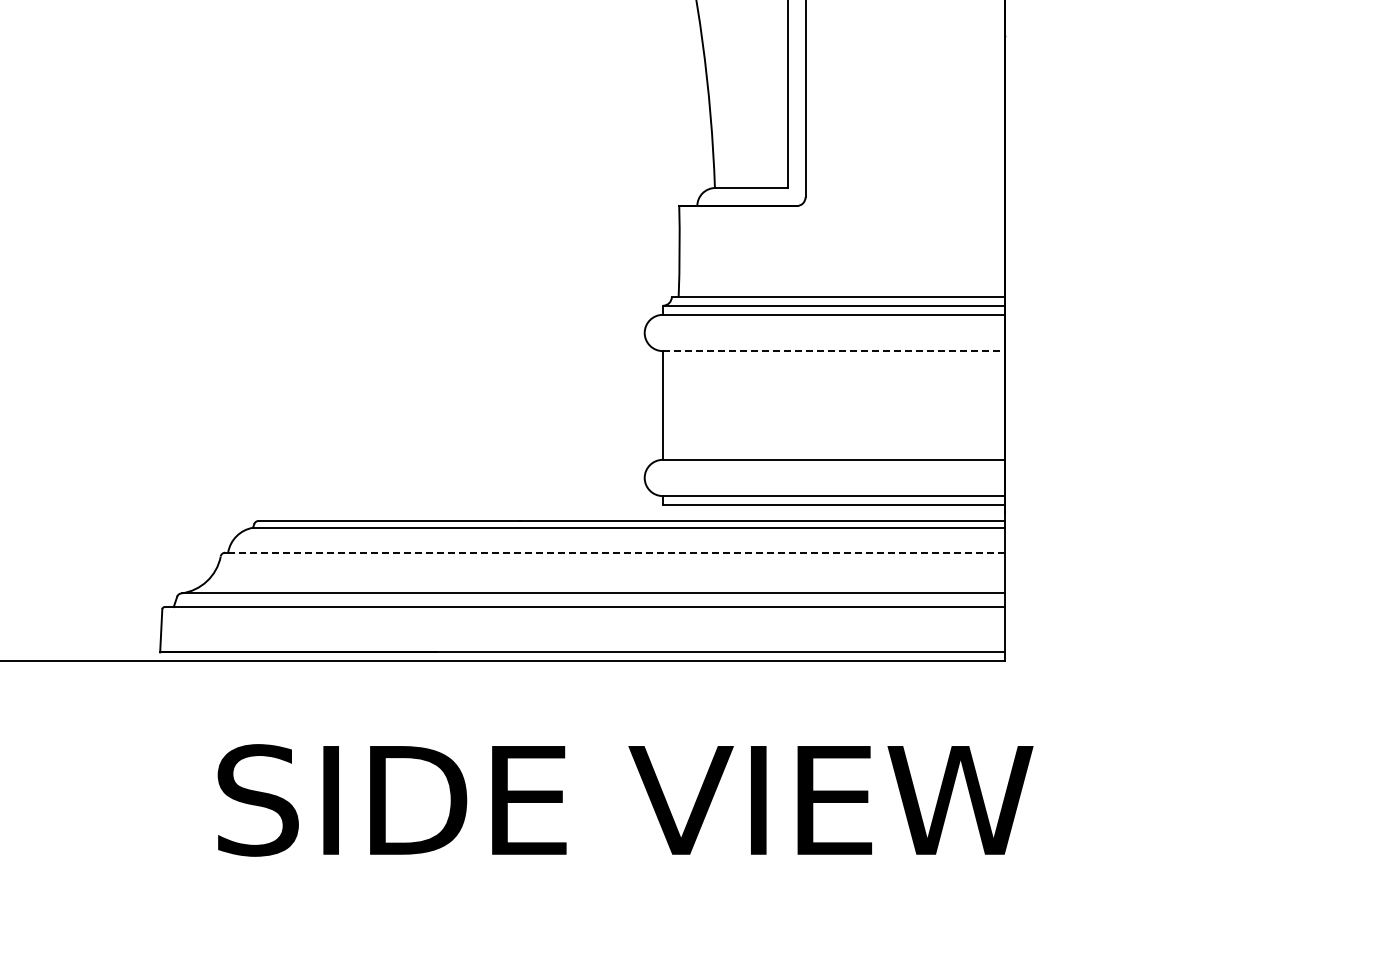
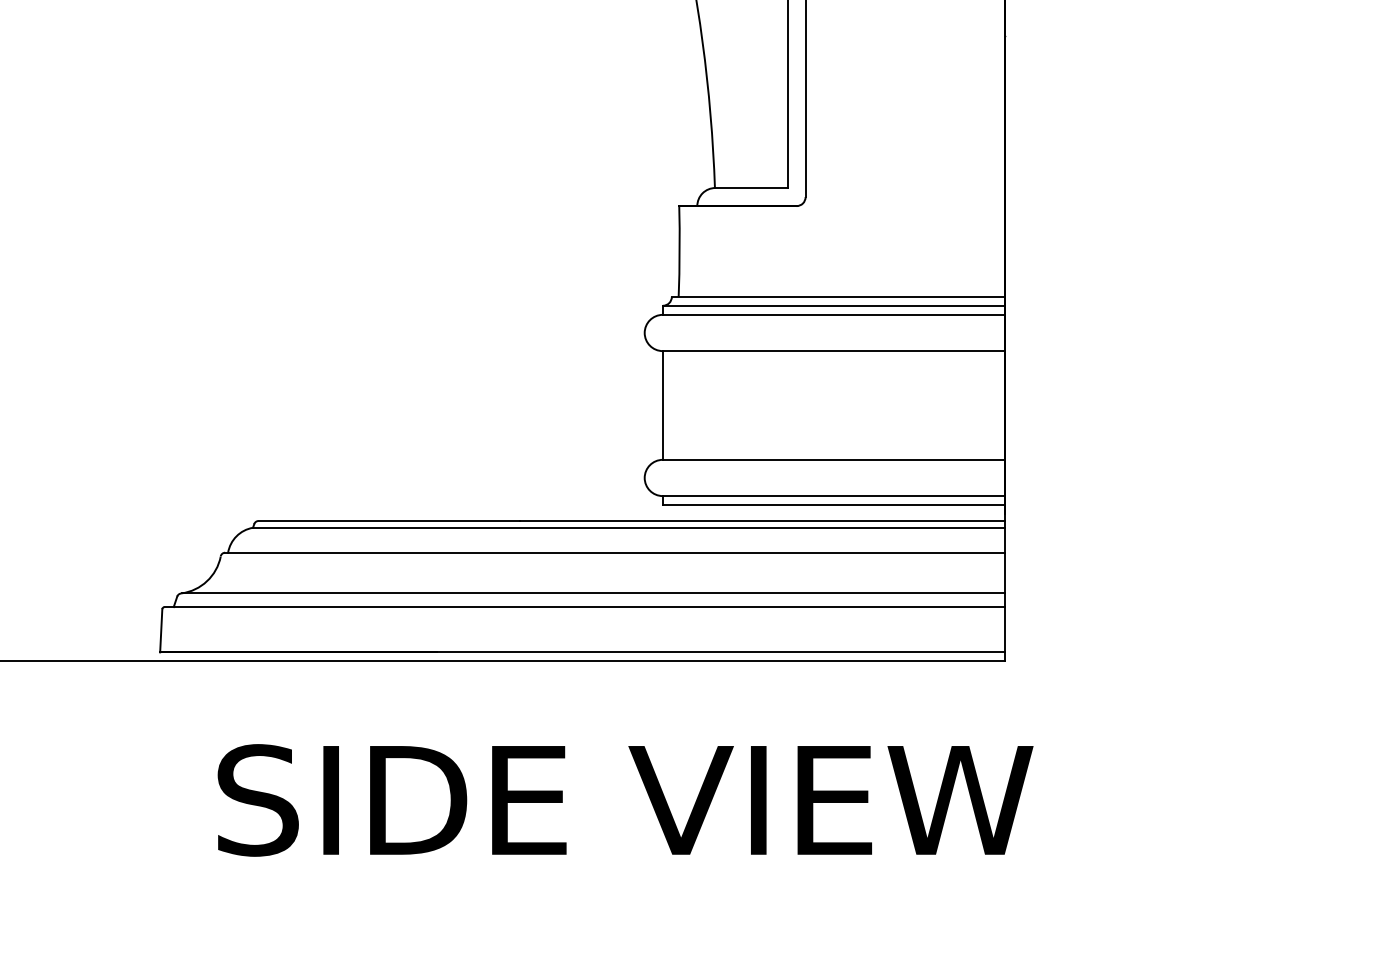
line at (834, 351): dashed -> solid
line at (617, 552): dashed -> solid
